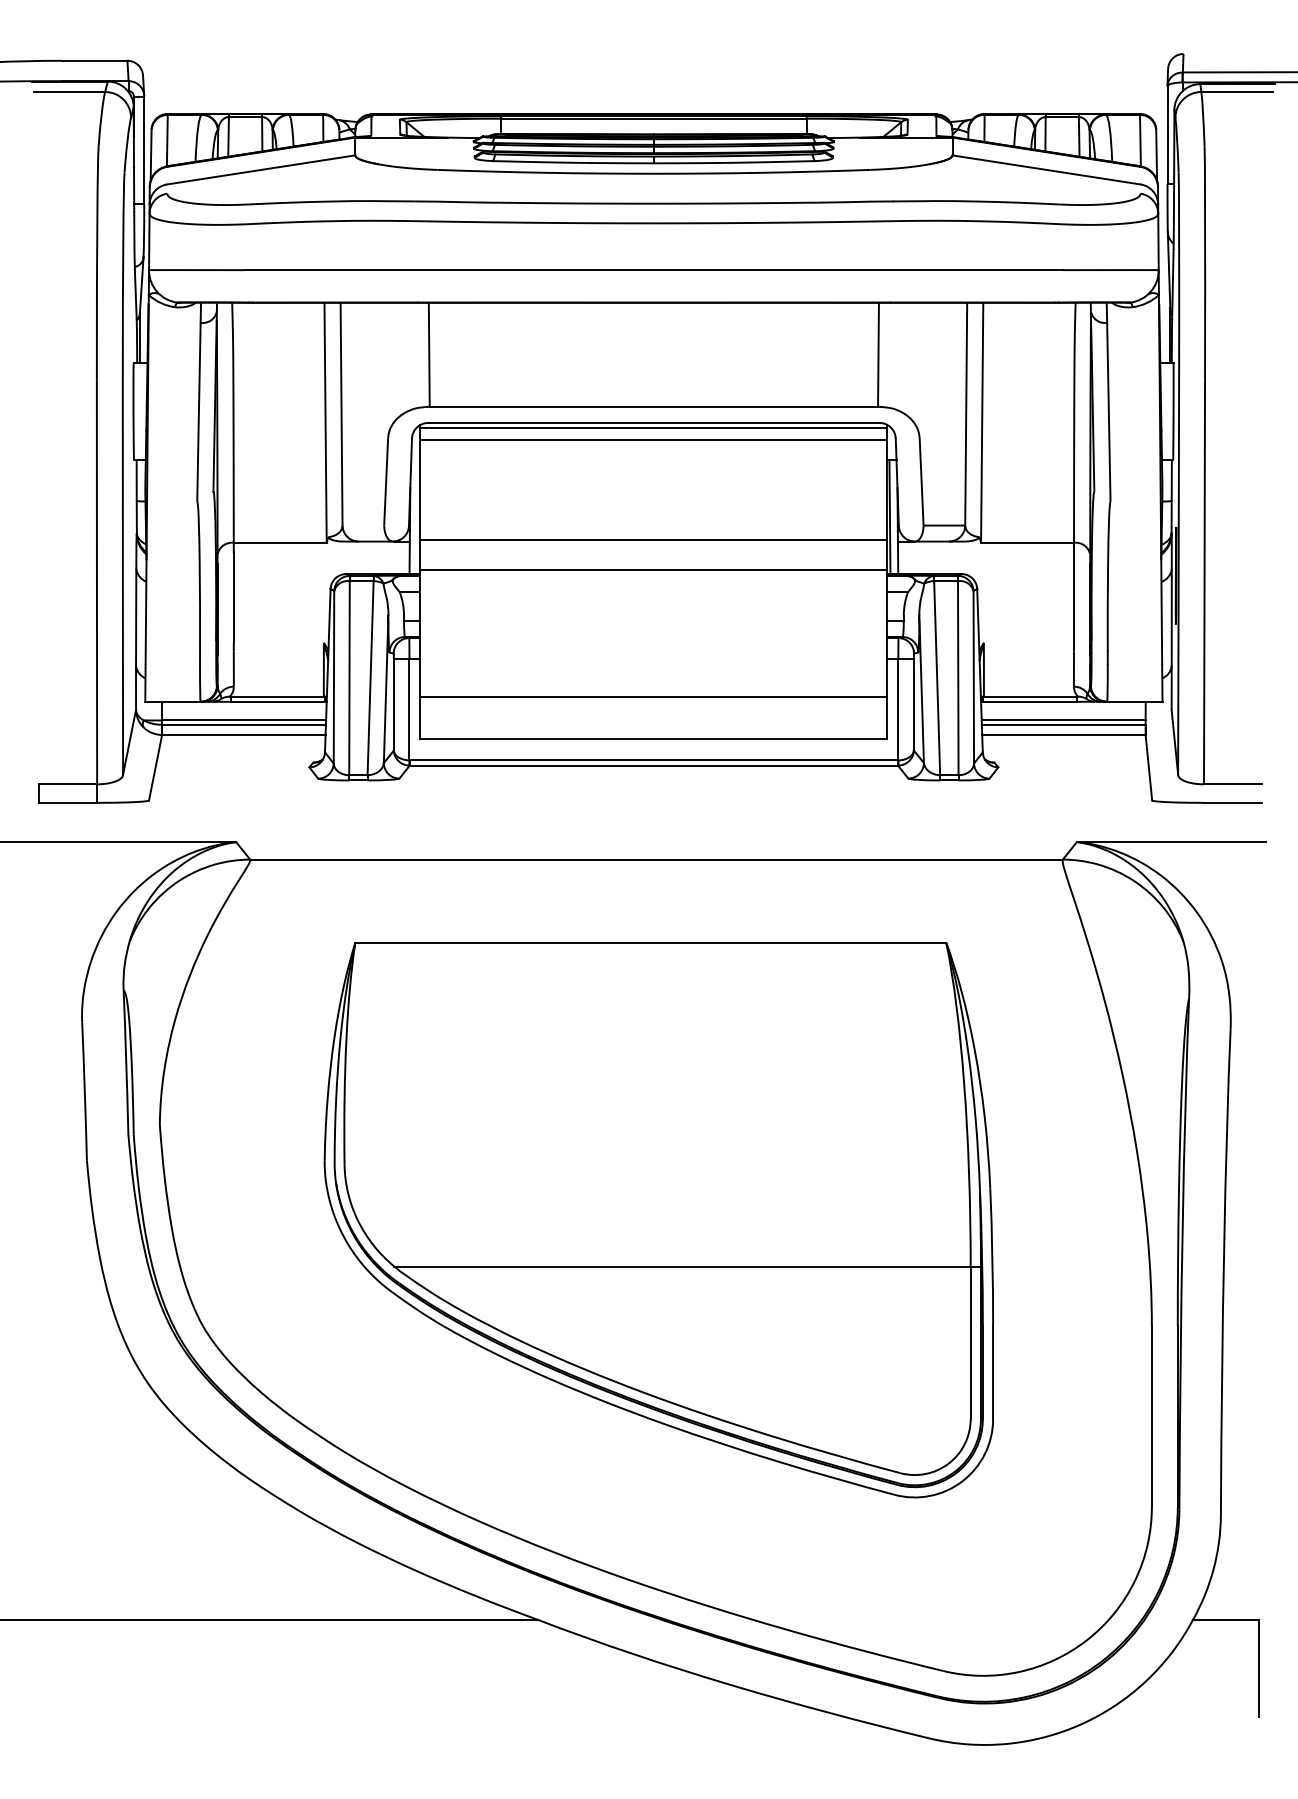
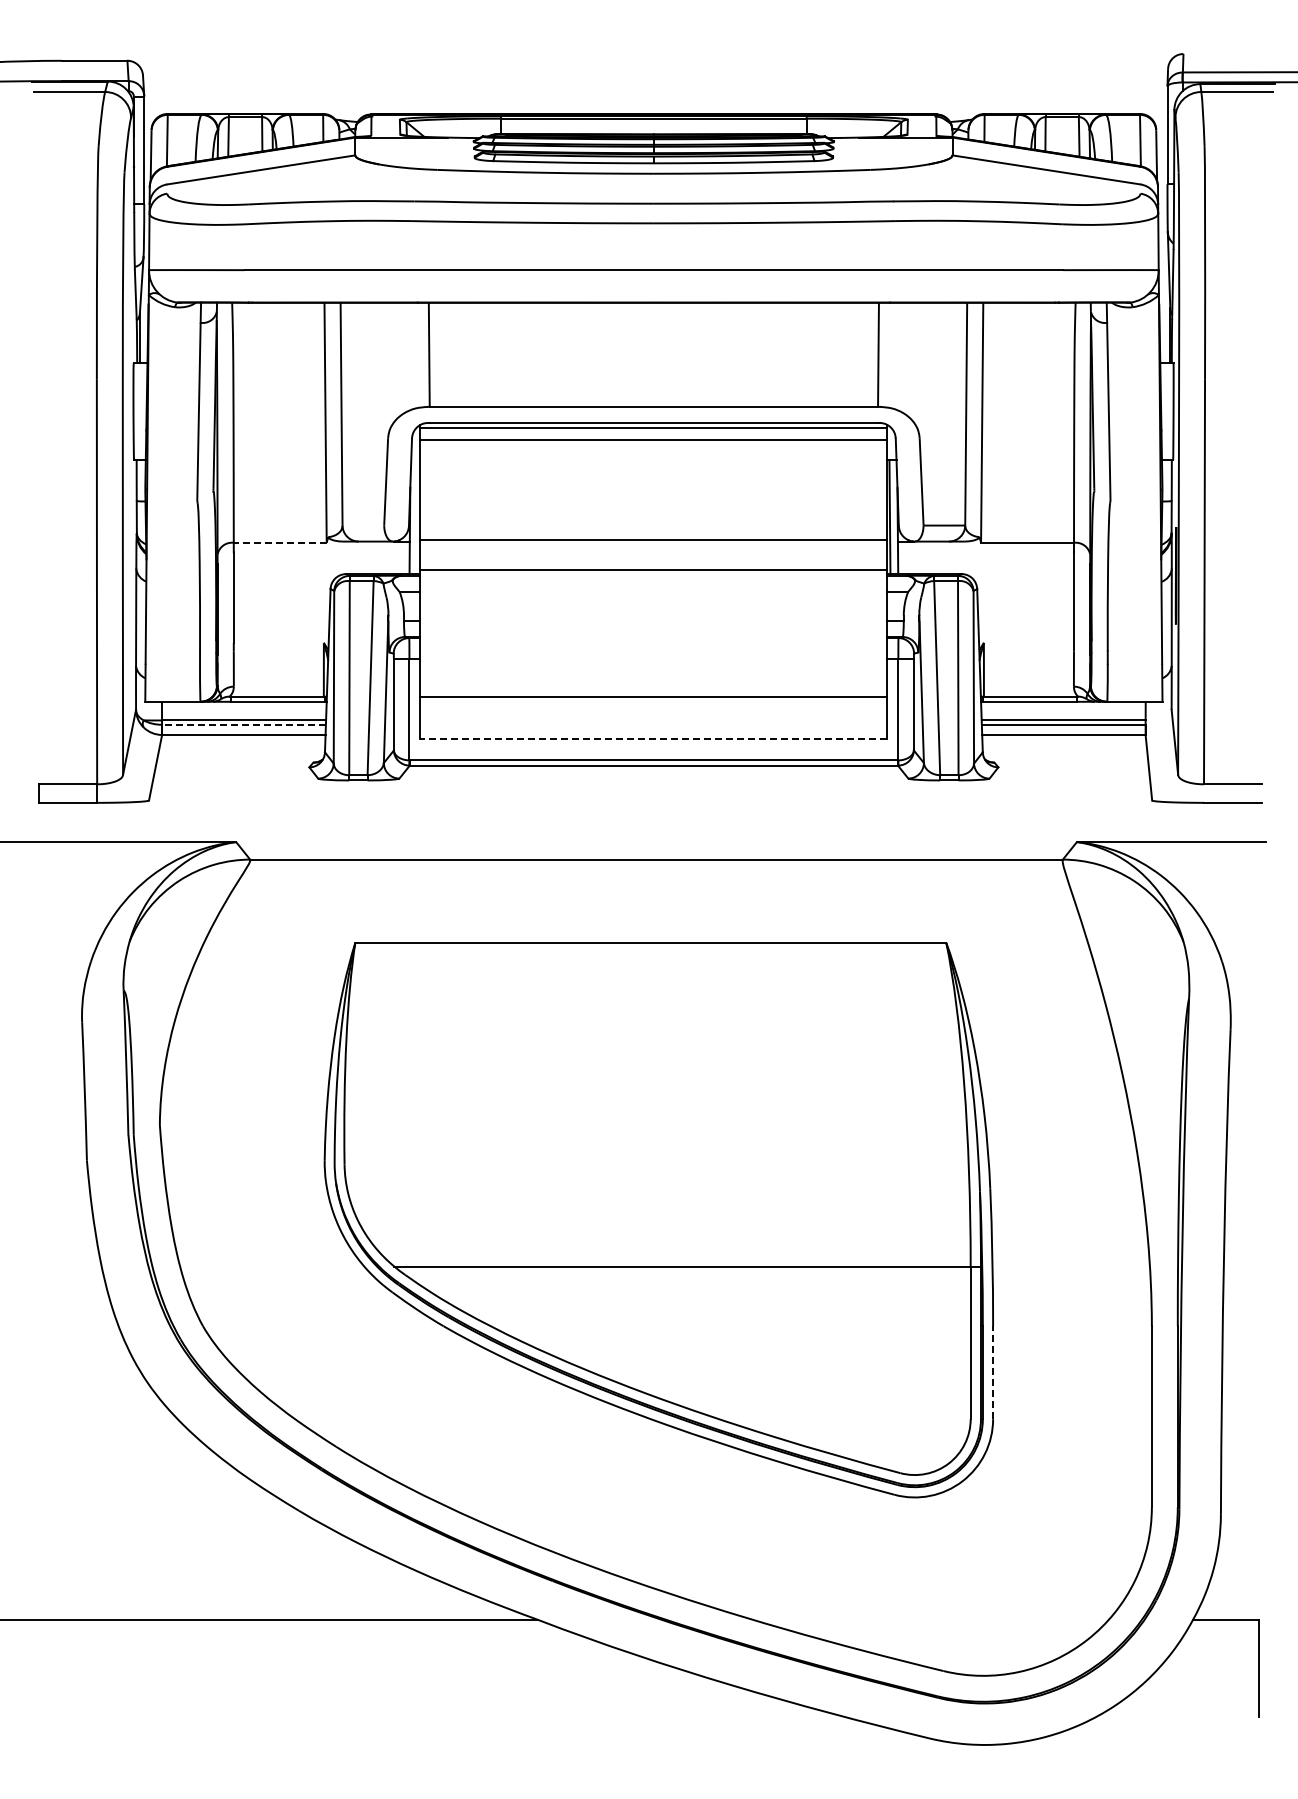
line at (279, 542): solid -> dashed
line at (244, 724): solid -> dashed
line at (653, 738): solid -> dashed
line at (993, 1372): solid -> dashed
